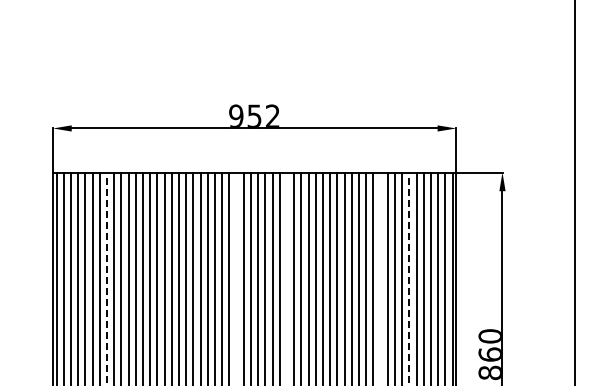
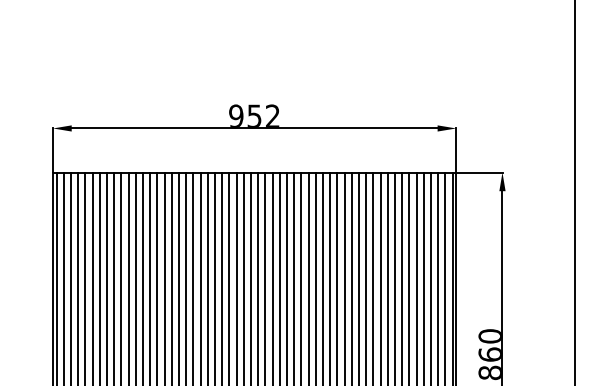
line at (236, 277): none -> present
line at (287, 277): none -> present
line at (380, 277): none -> present
line at (107, 278): dashed -> solid
line at (409, 278): dashed -> solid
